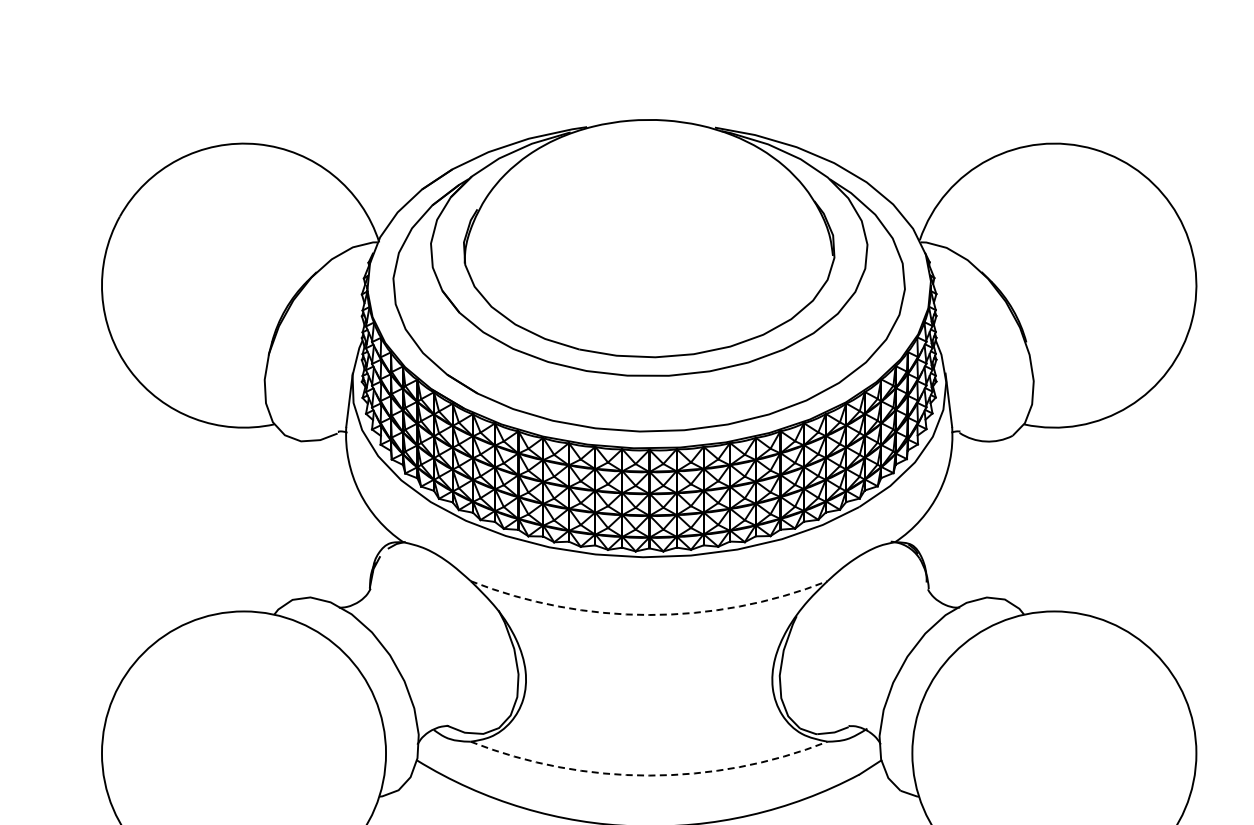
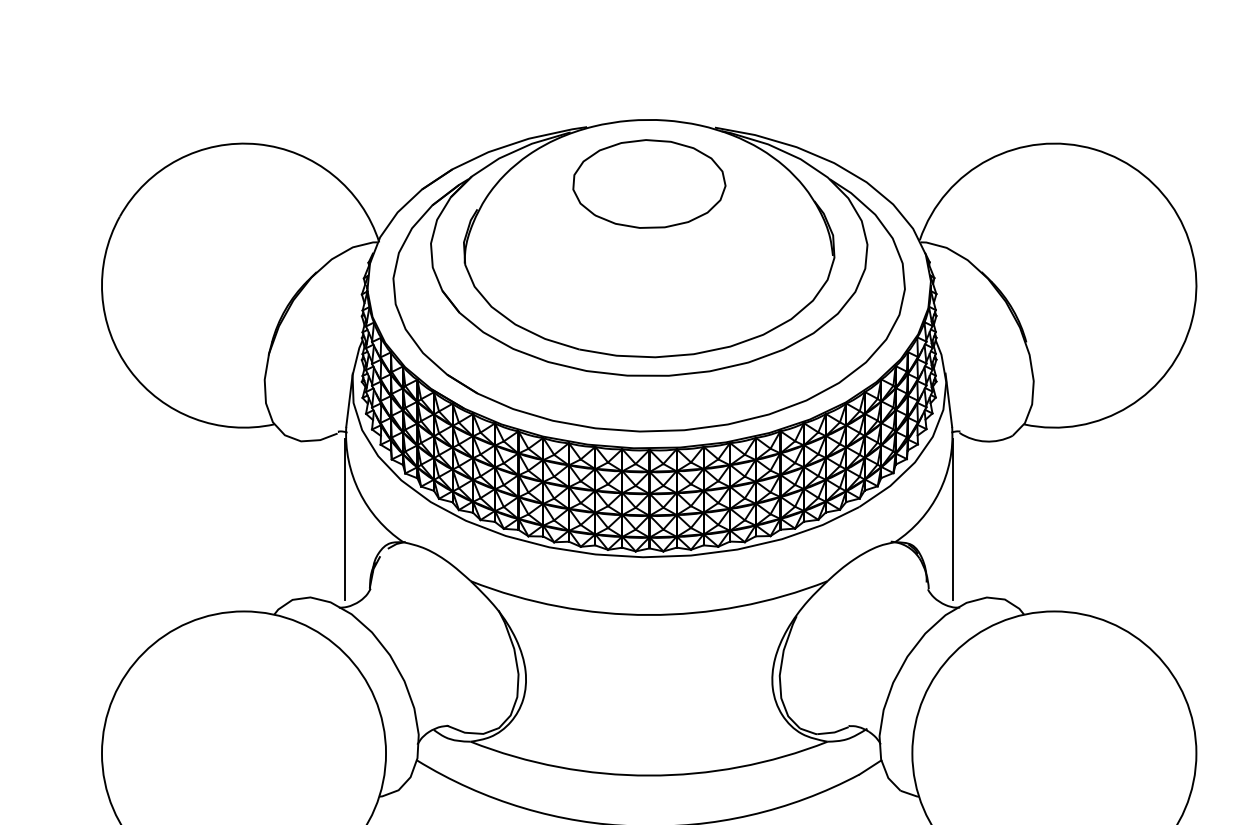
part at (649, 183): none -> present
line at (345, 519): none -> present
line at (952, 519): none -> present
arc at (649, 615): dashed -> solid
arc at (649, 775): dashed -> solid
